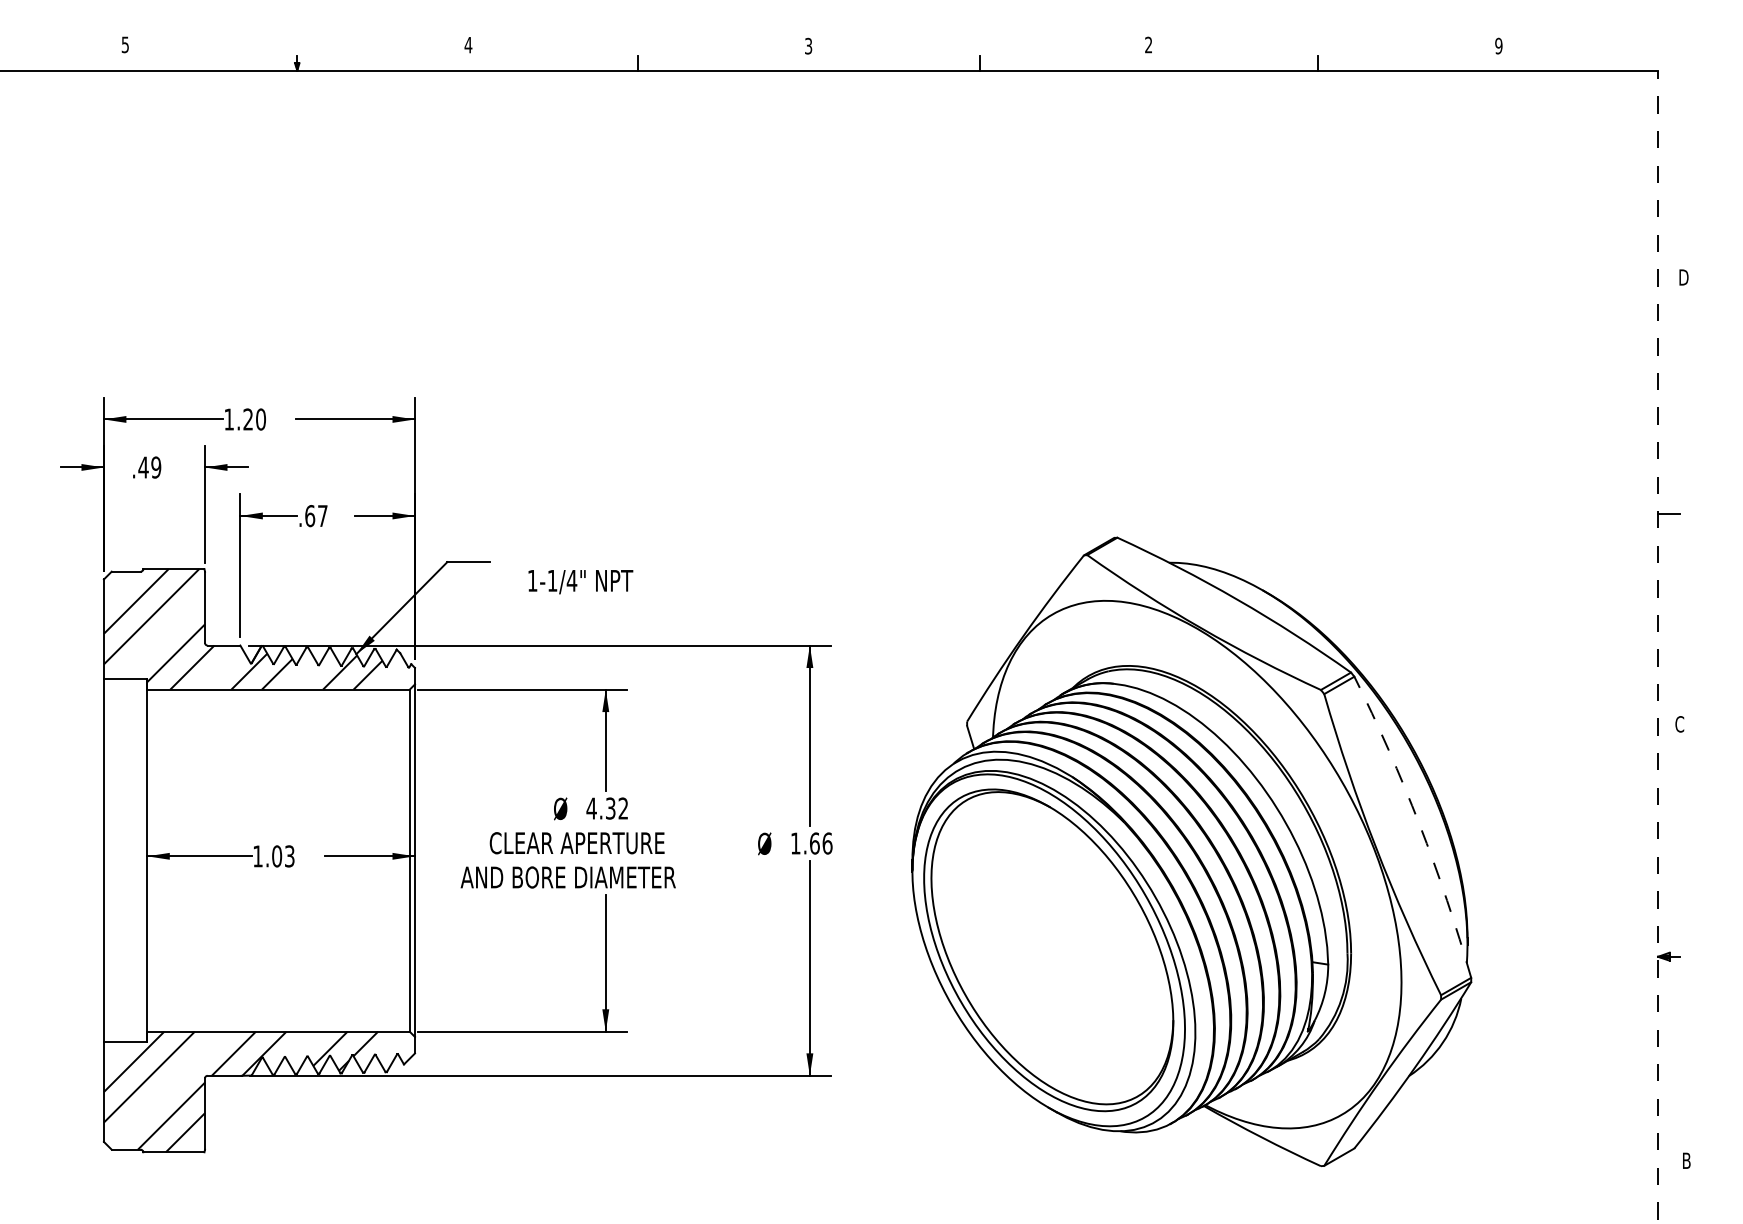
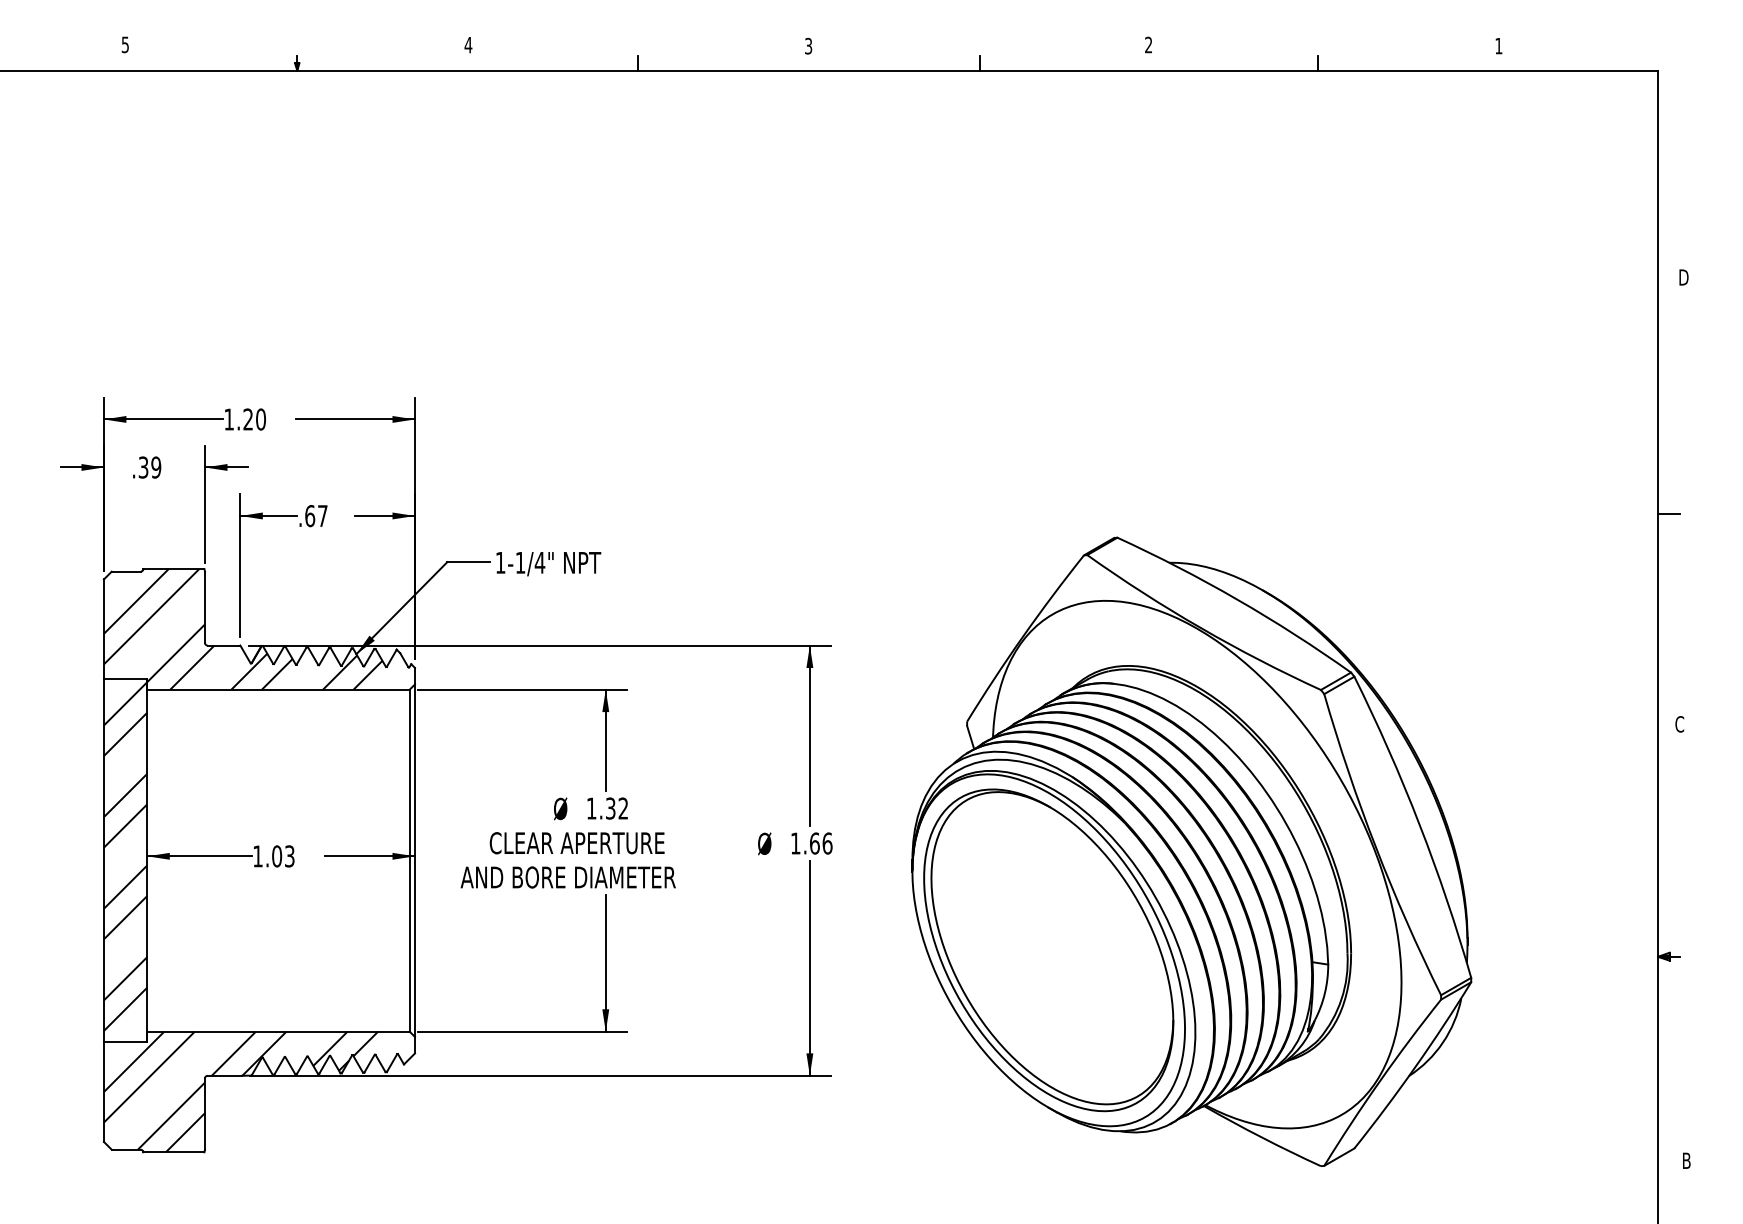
text at (1498, 45): 9 -> 1
text at (143, 467): .49 -> .39
text at (580, 582) position: (580, 582) -> (548, 564)
line at (1658, 647): dashed -> solid
text at (591, 808): 4.32 -> 1.32
arc at (1419, 824): dashed -> solid
hatch at (125, 856): none -> present
